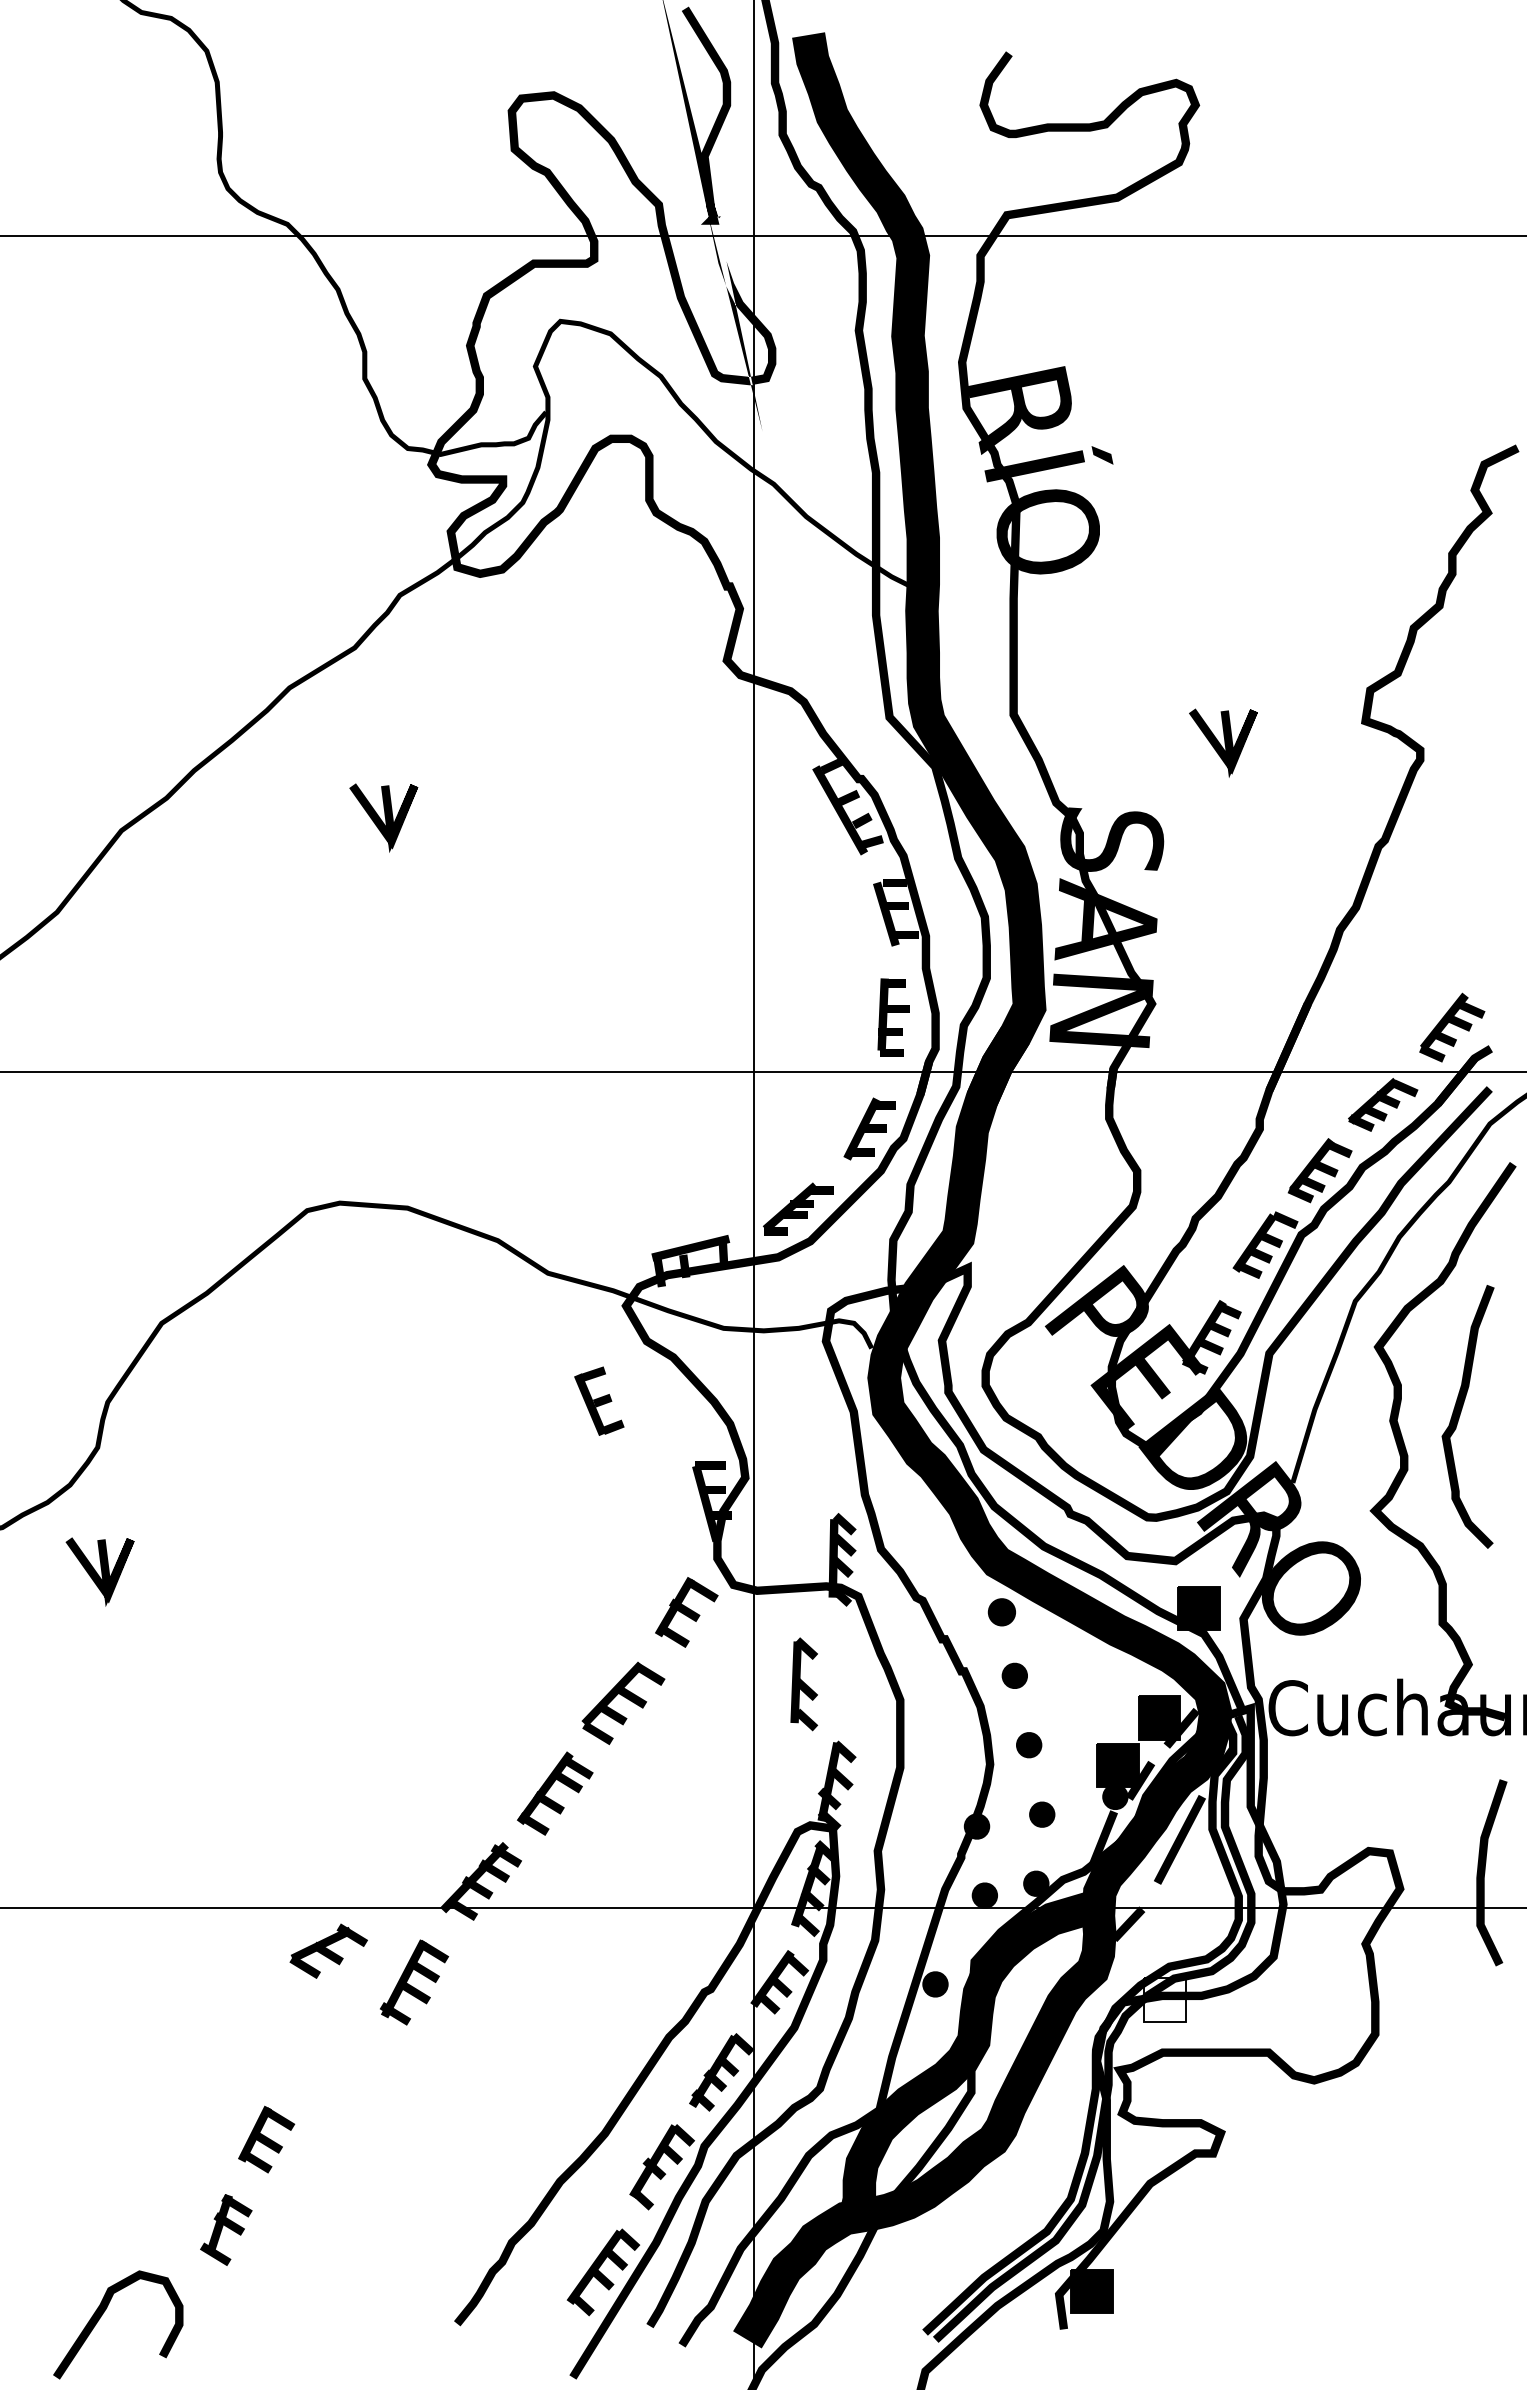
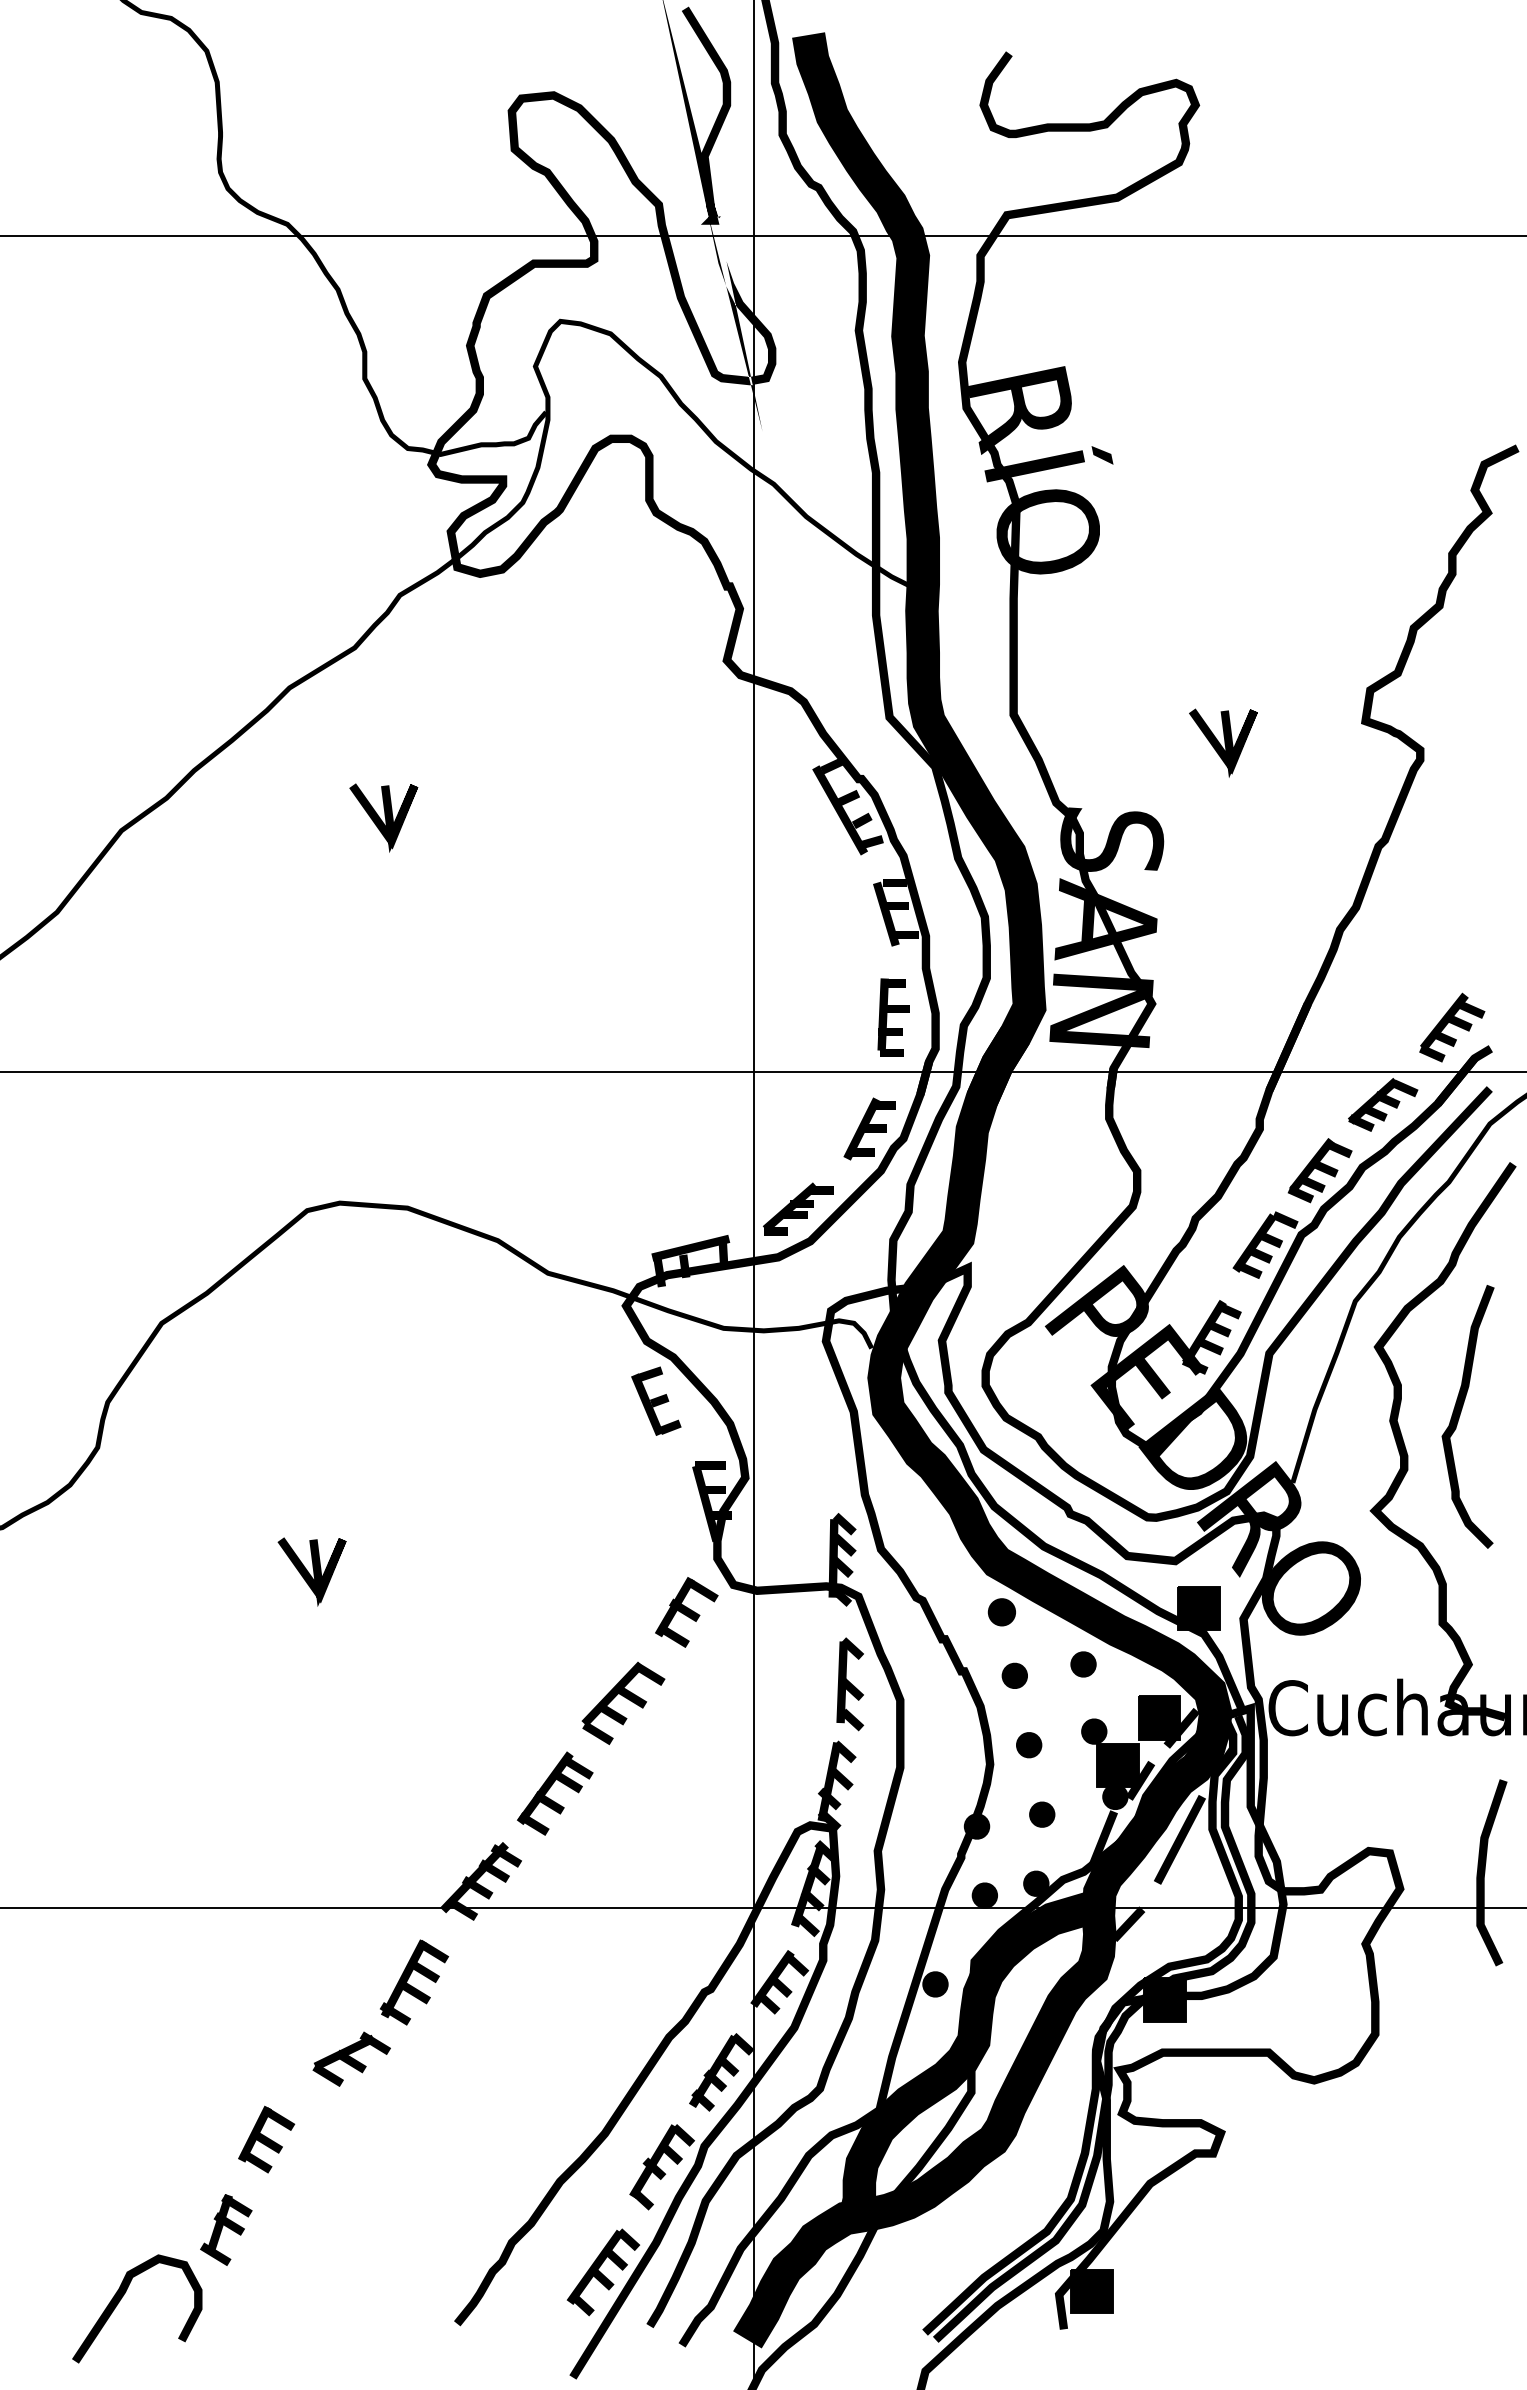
part at (599, 1400) position: (599, 1400) -> (656, 1400)
line at (101, 1571) position: (101, 1571) -> (313, 1571)
fill at (1083, 1664): none -> present
part at (804, 1684) position: (804, 1684) -> (850, 1684)
fill at (1094, 1731): none -> present
part at (328, 1950) position: (328, 1950) -> (351, 2058)
fill at (1164, 1999): none -> present
curve at (103, 2314) position: (103, 2314) -> (122, 2298)
